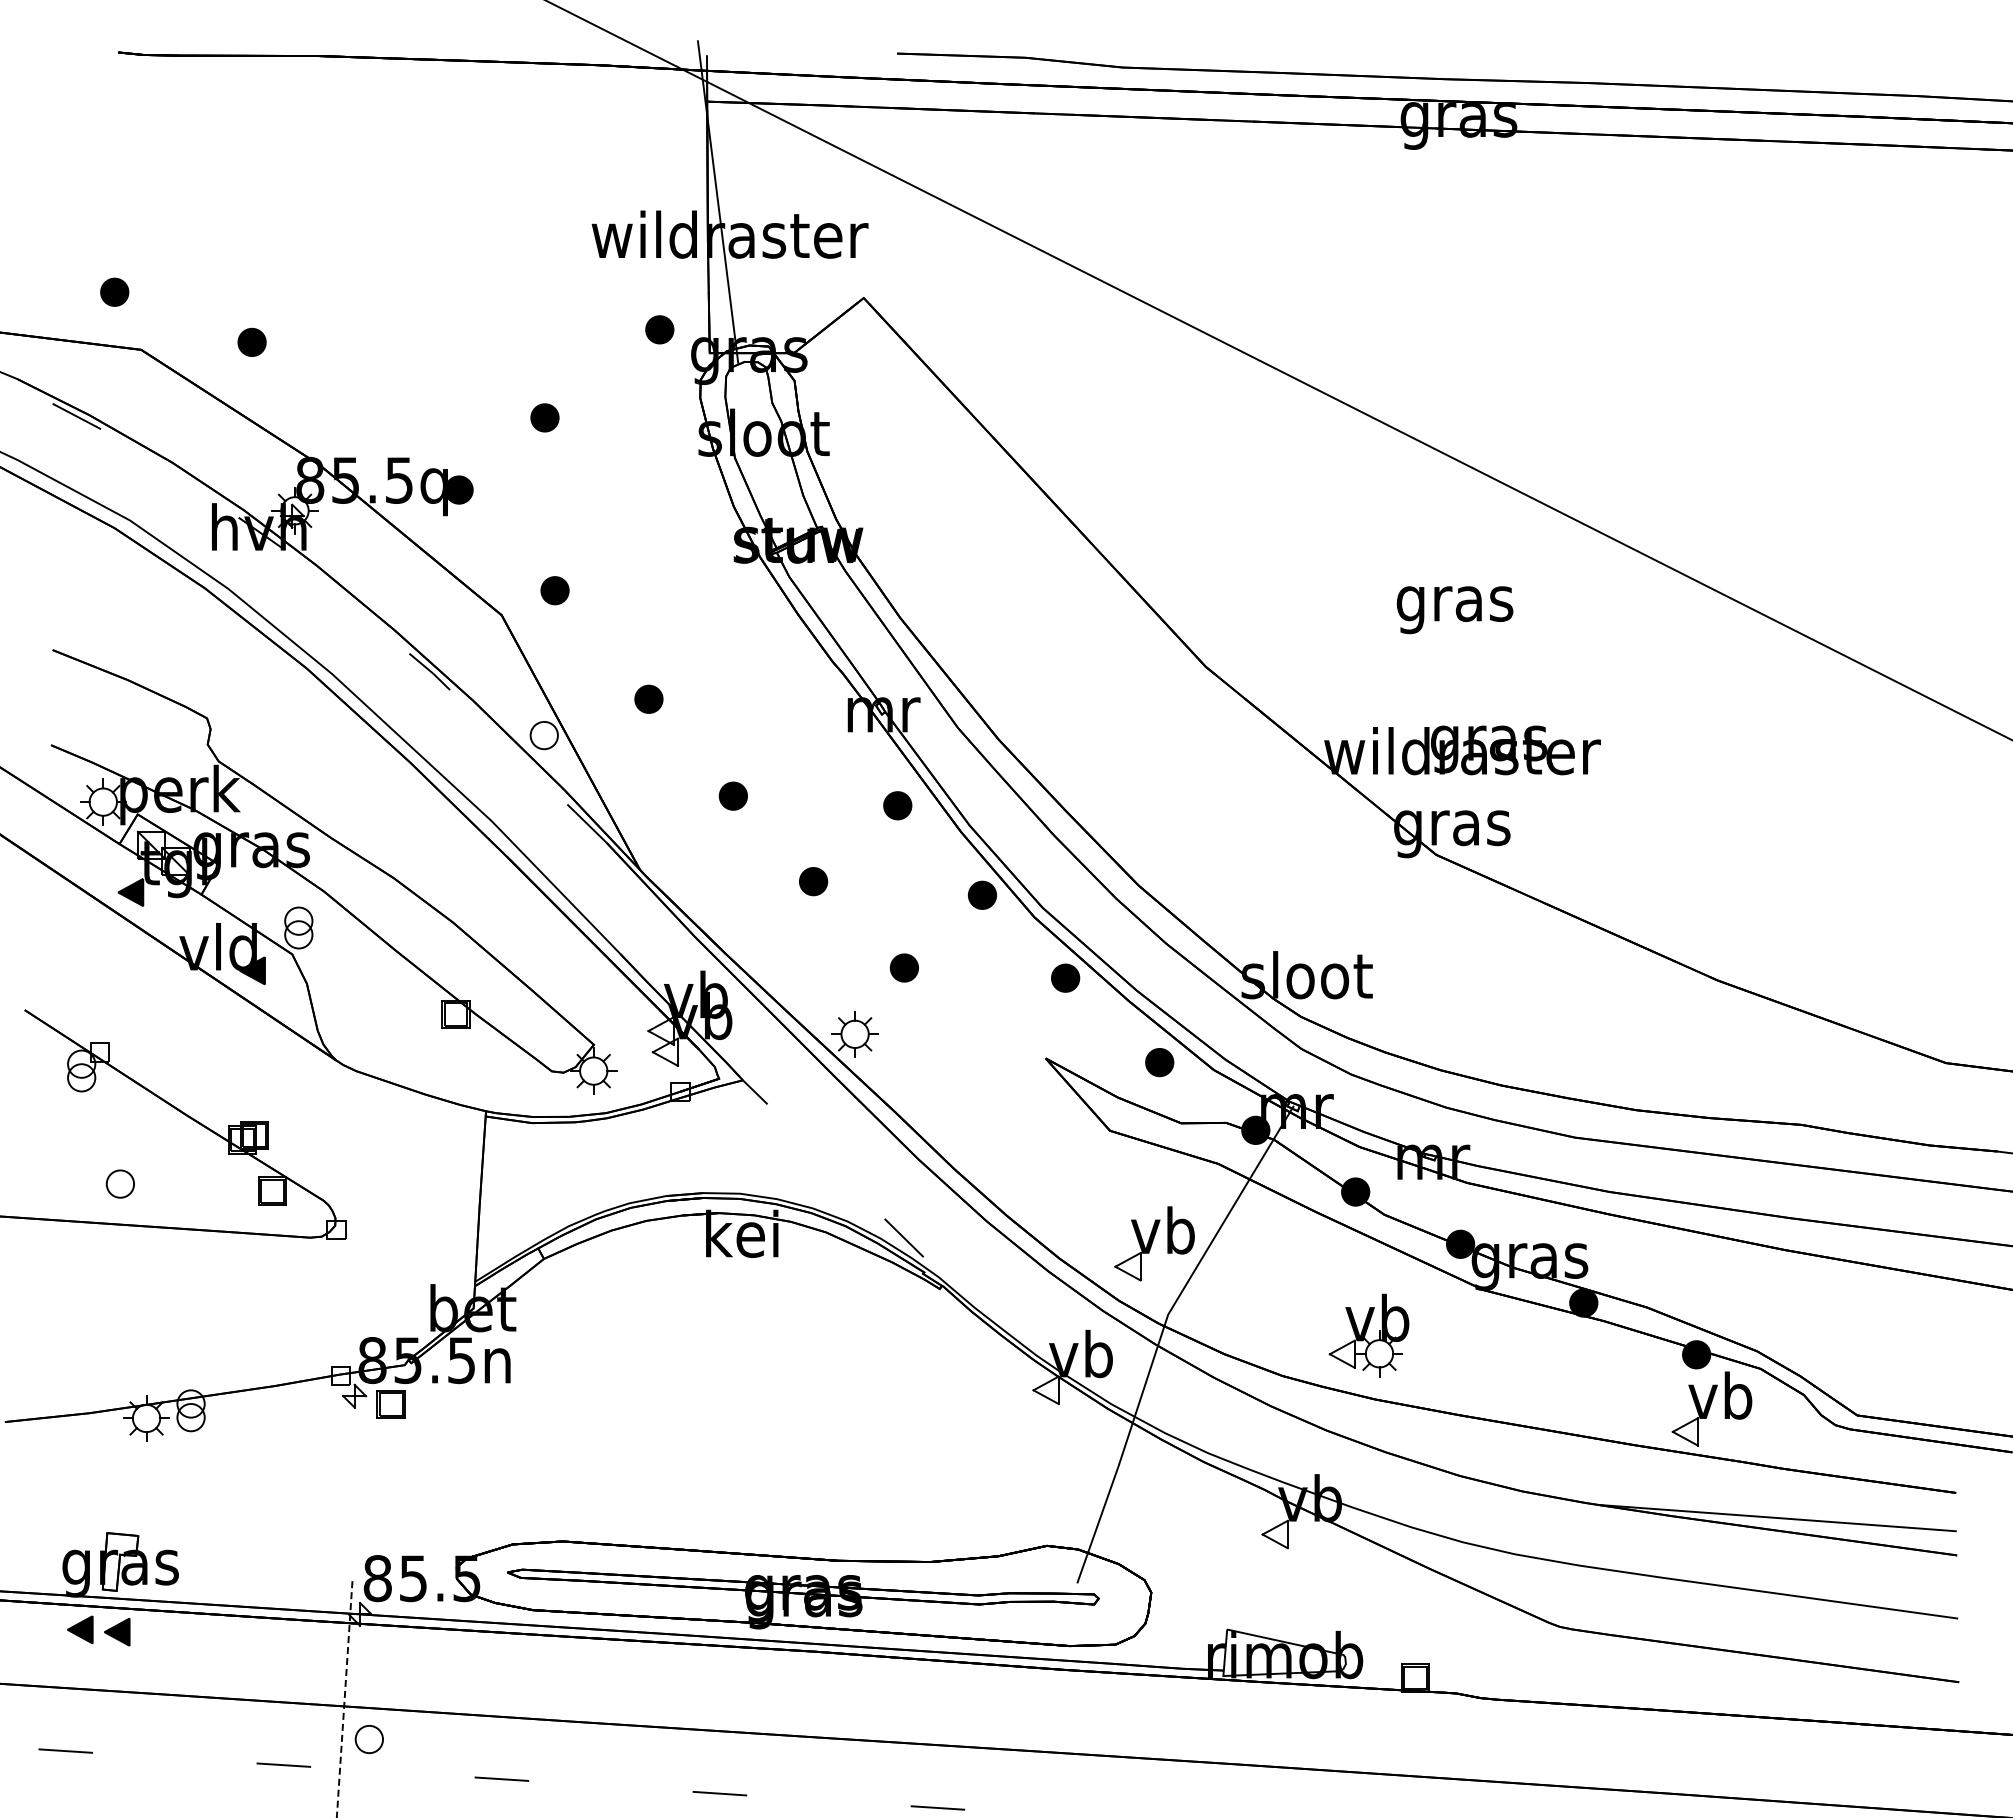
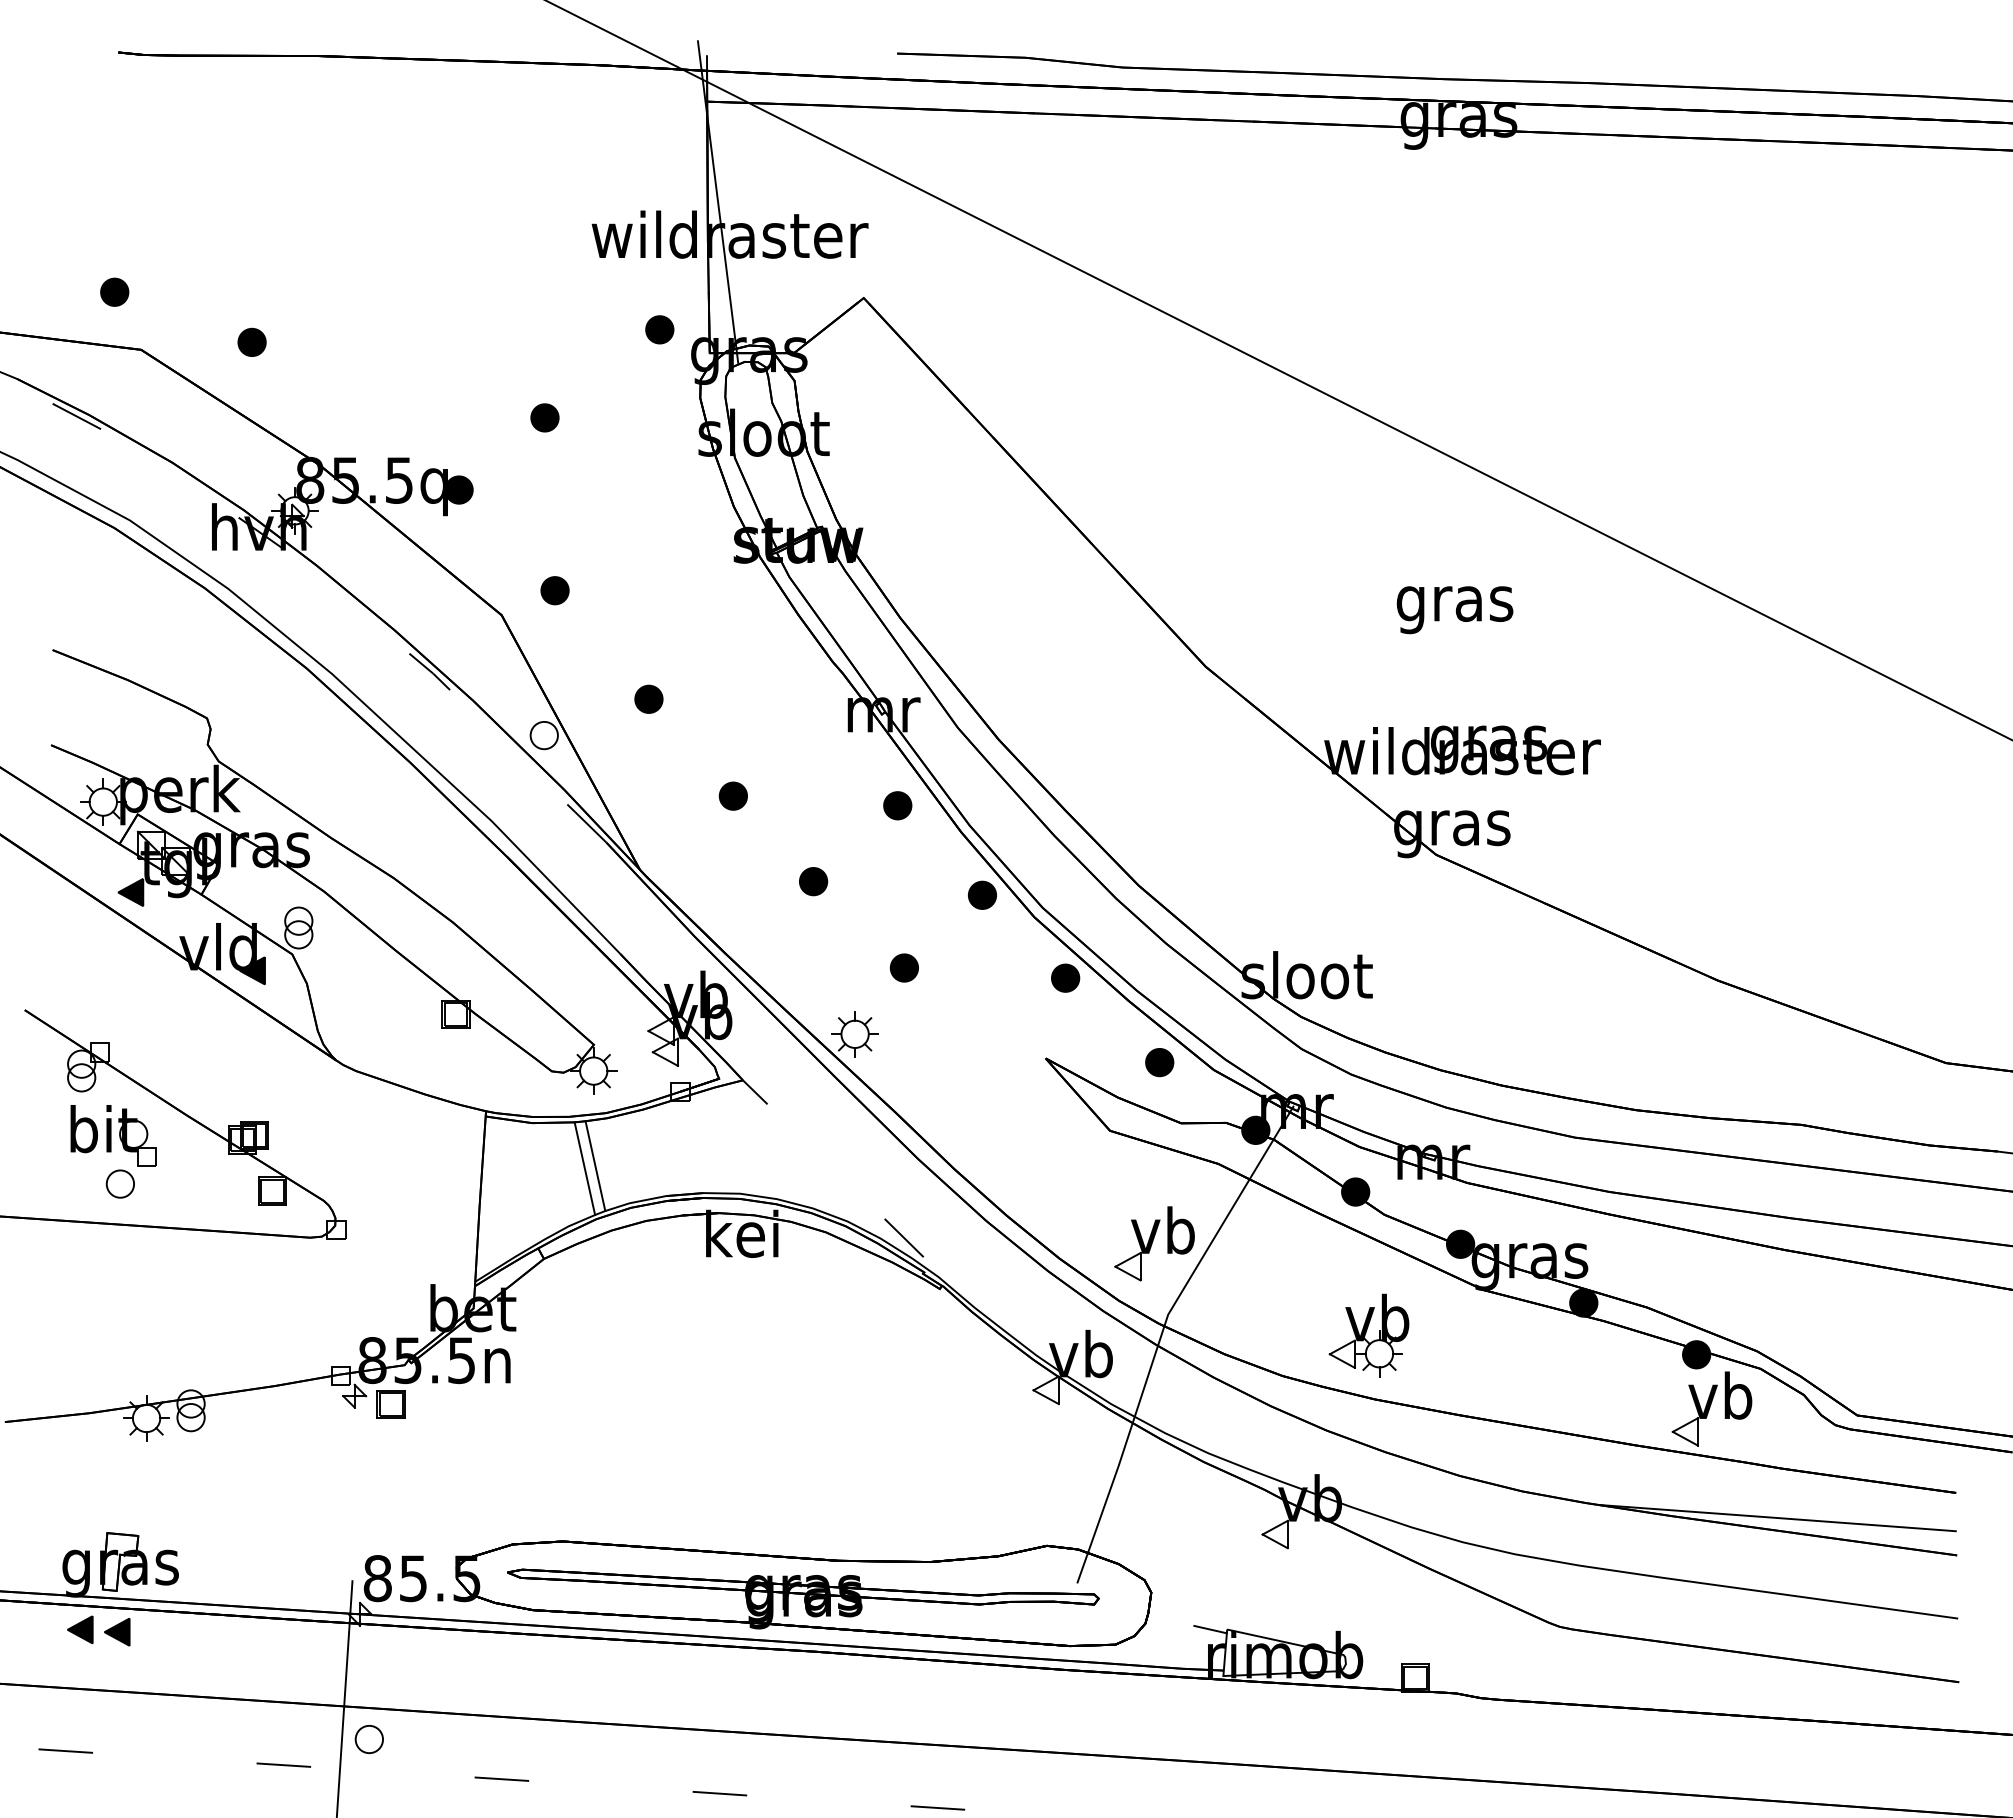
part at (113, 1135): none -> present
line at (595, 1166): none -> present
line at (584, 1168): none -> present
line at (1210, 1629): none -> present
line at (344, 1699): dashed -> solid
